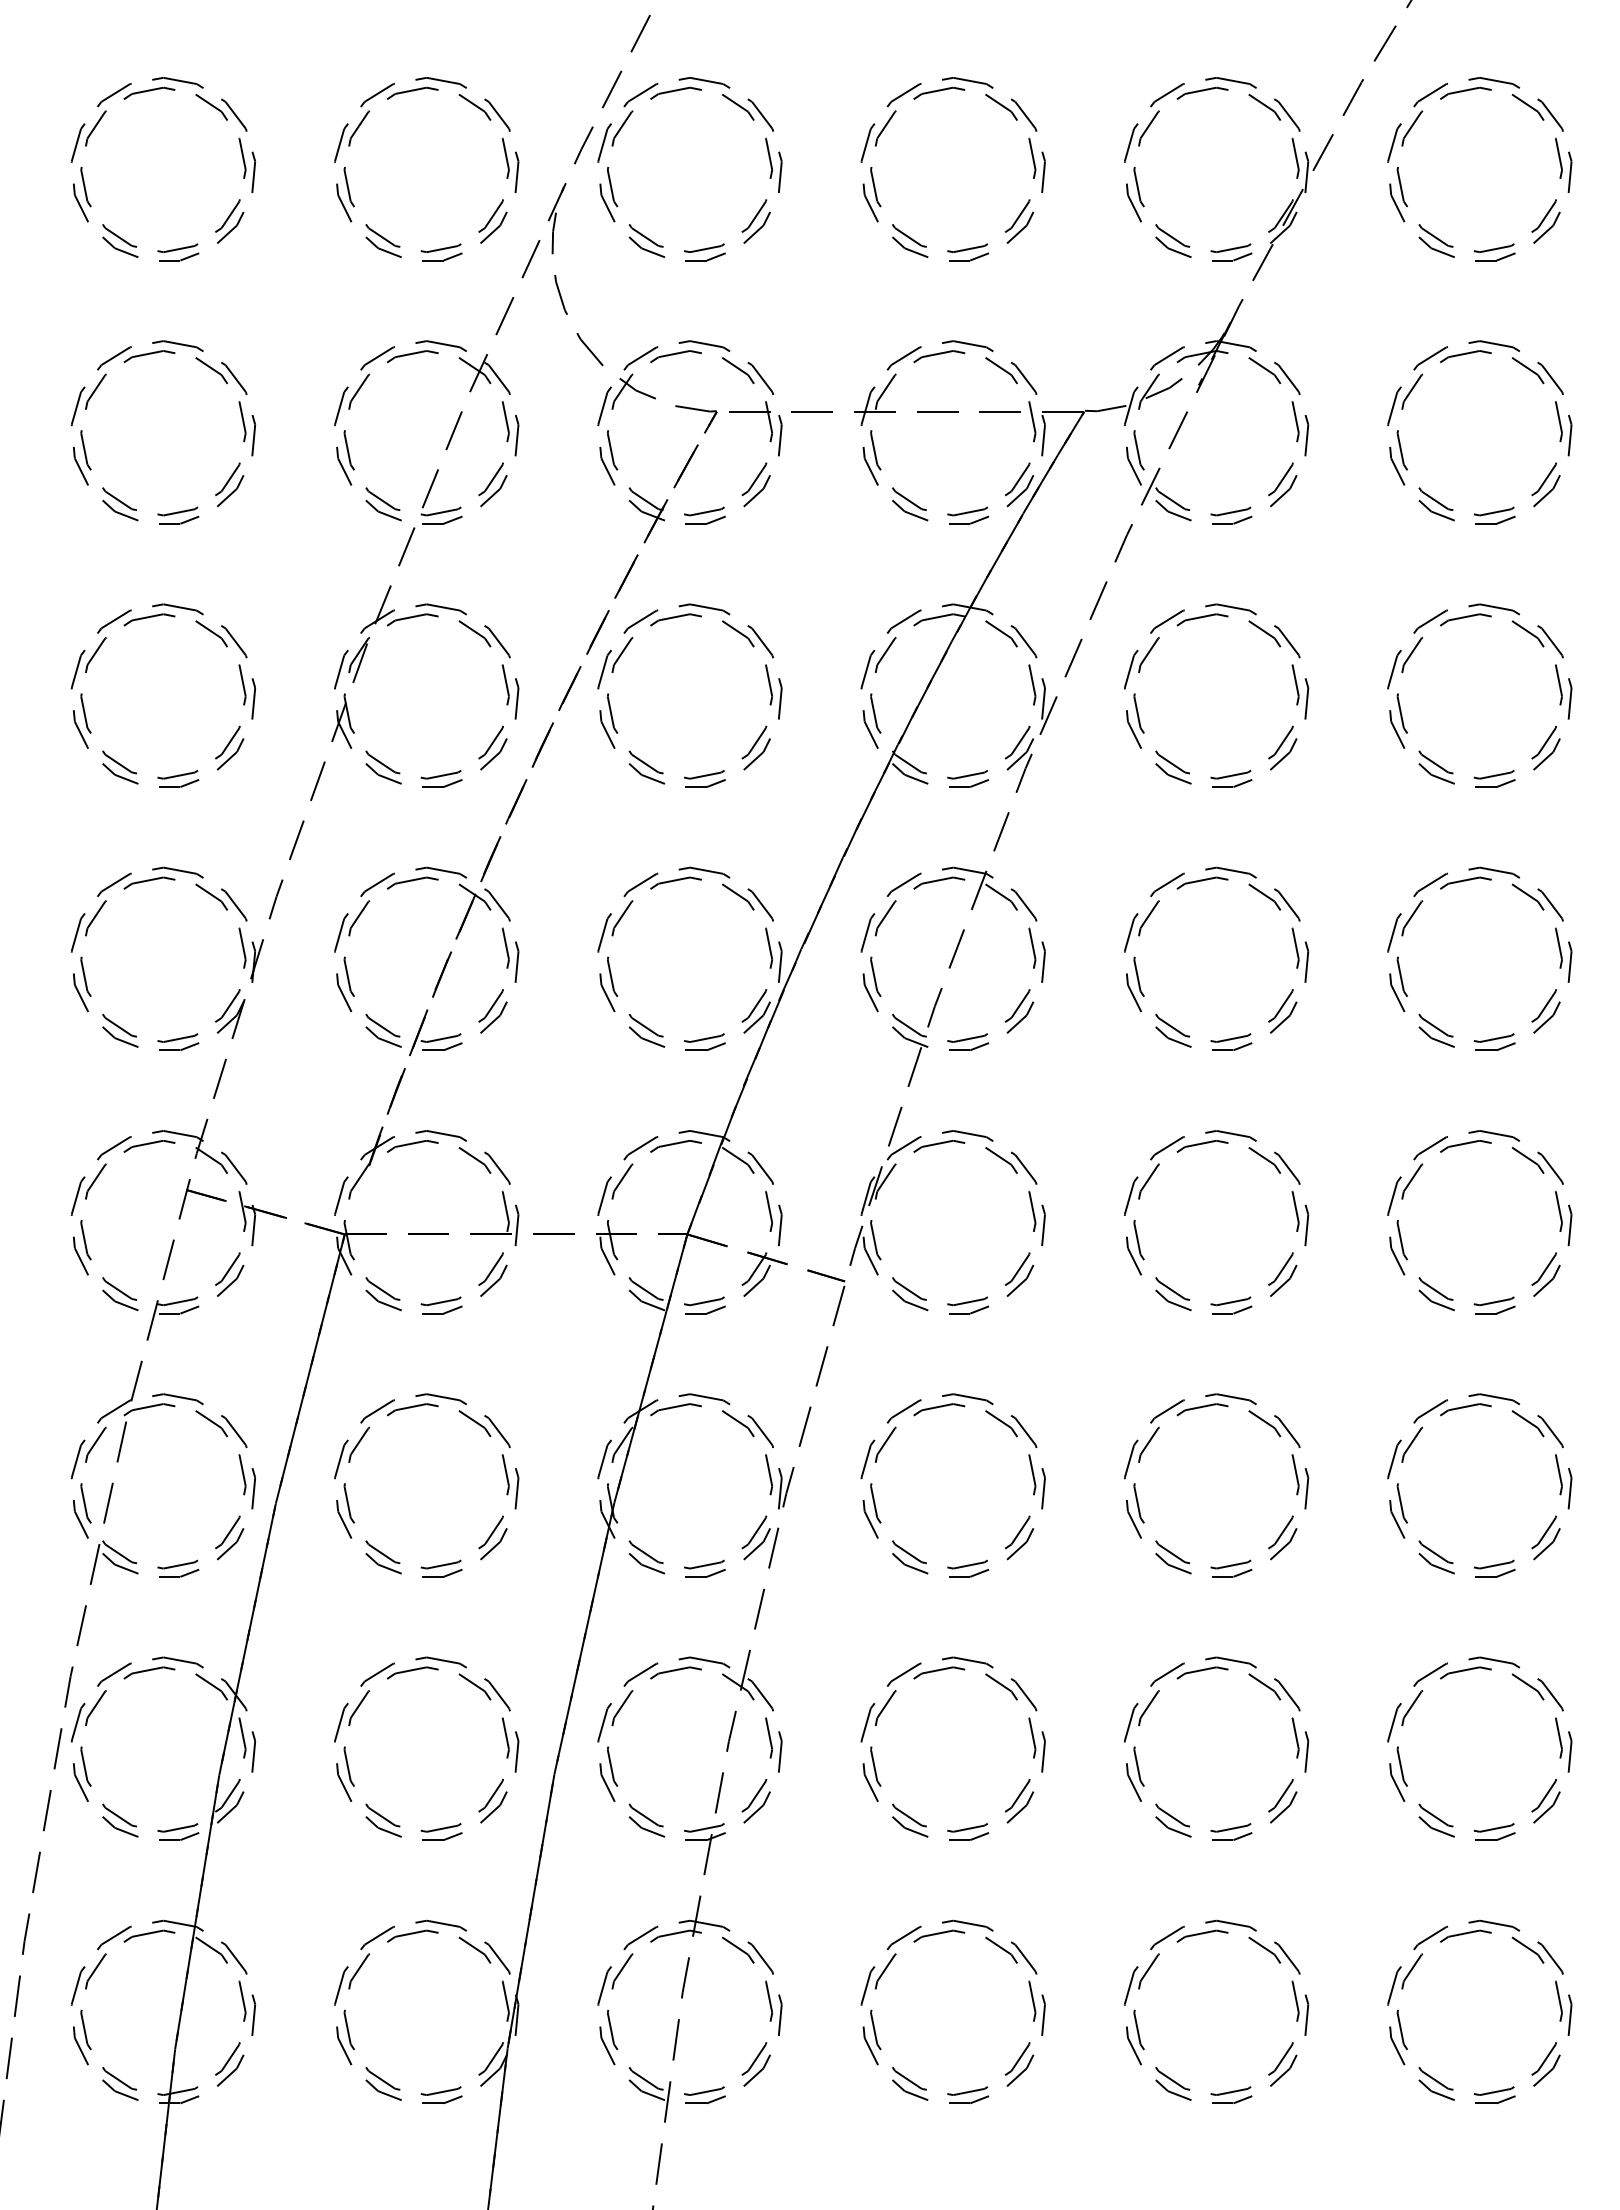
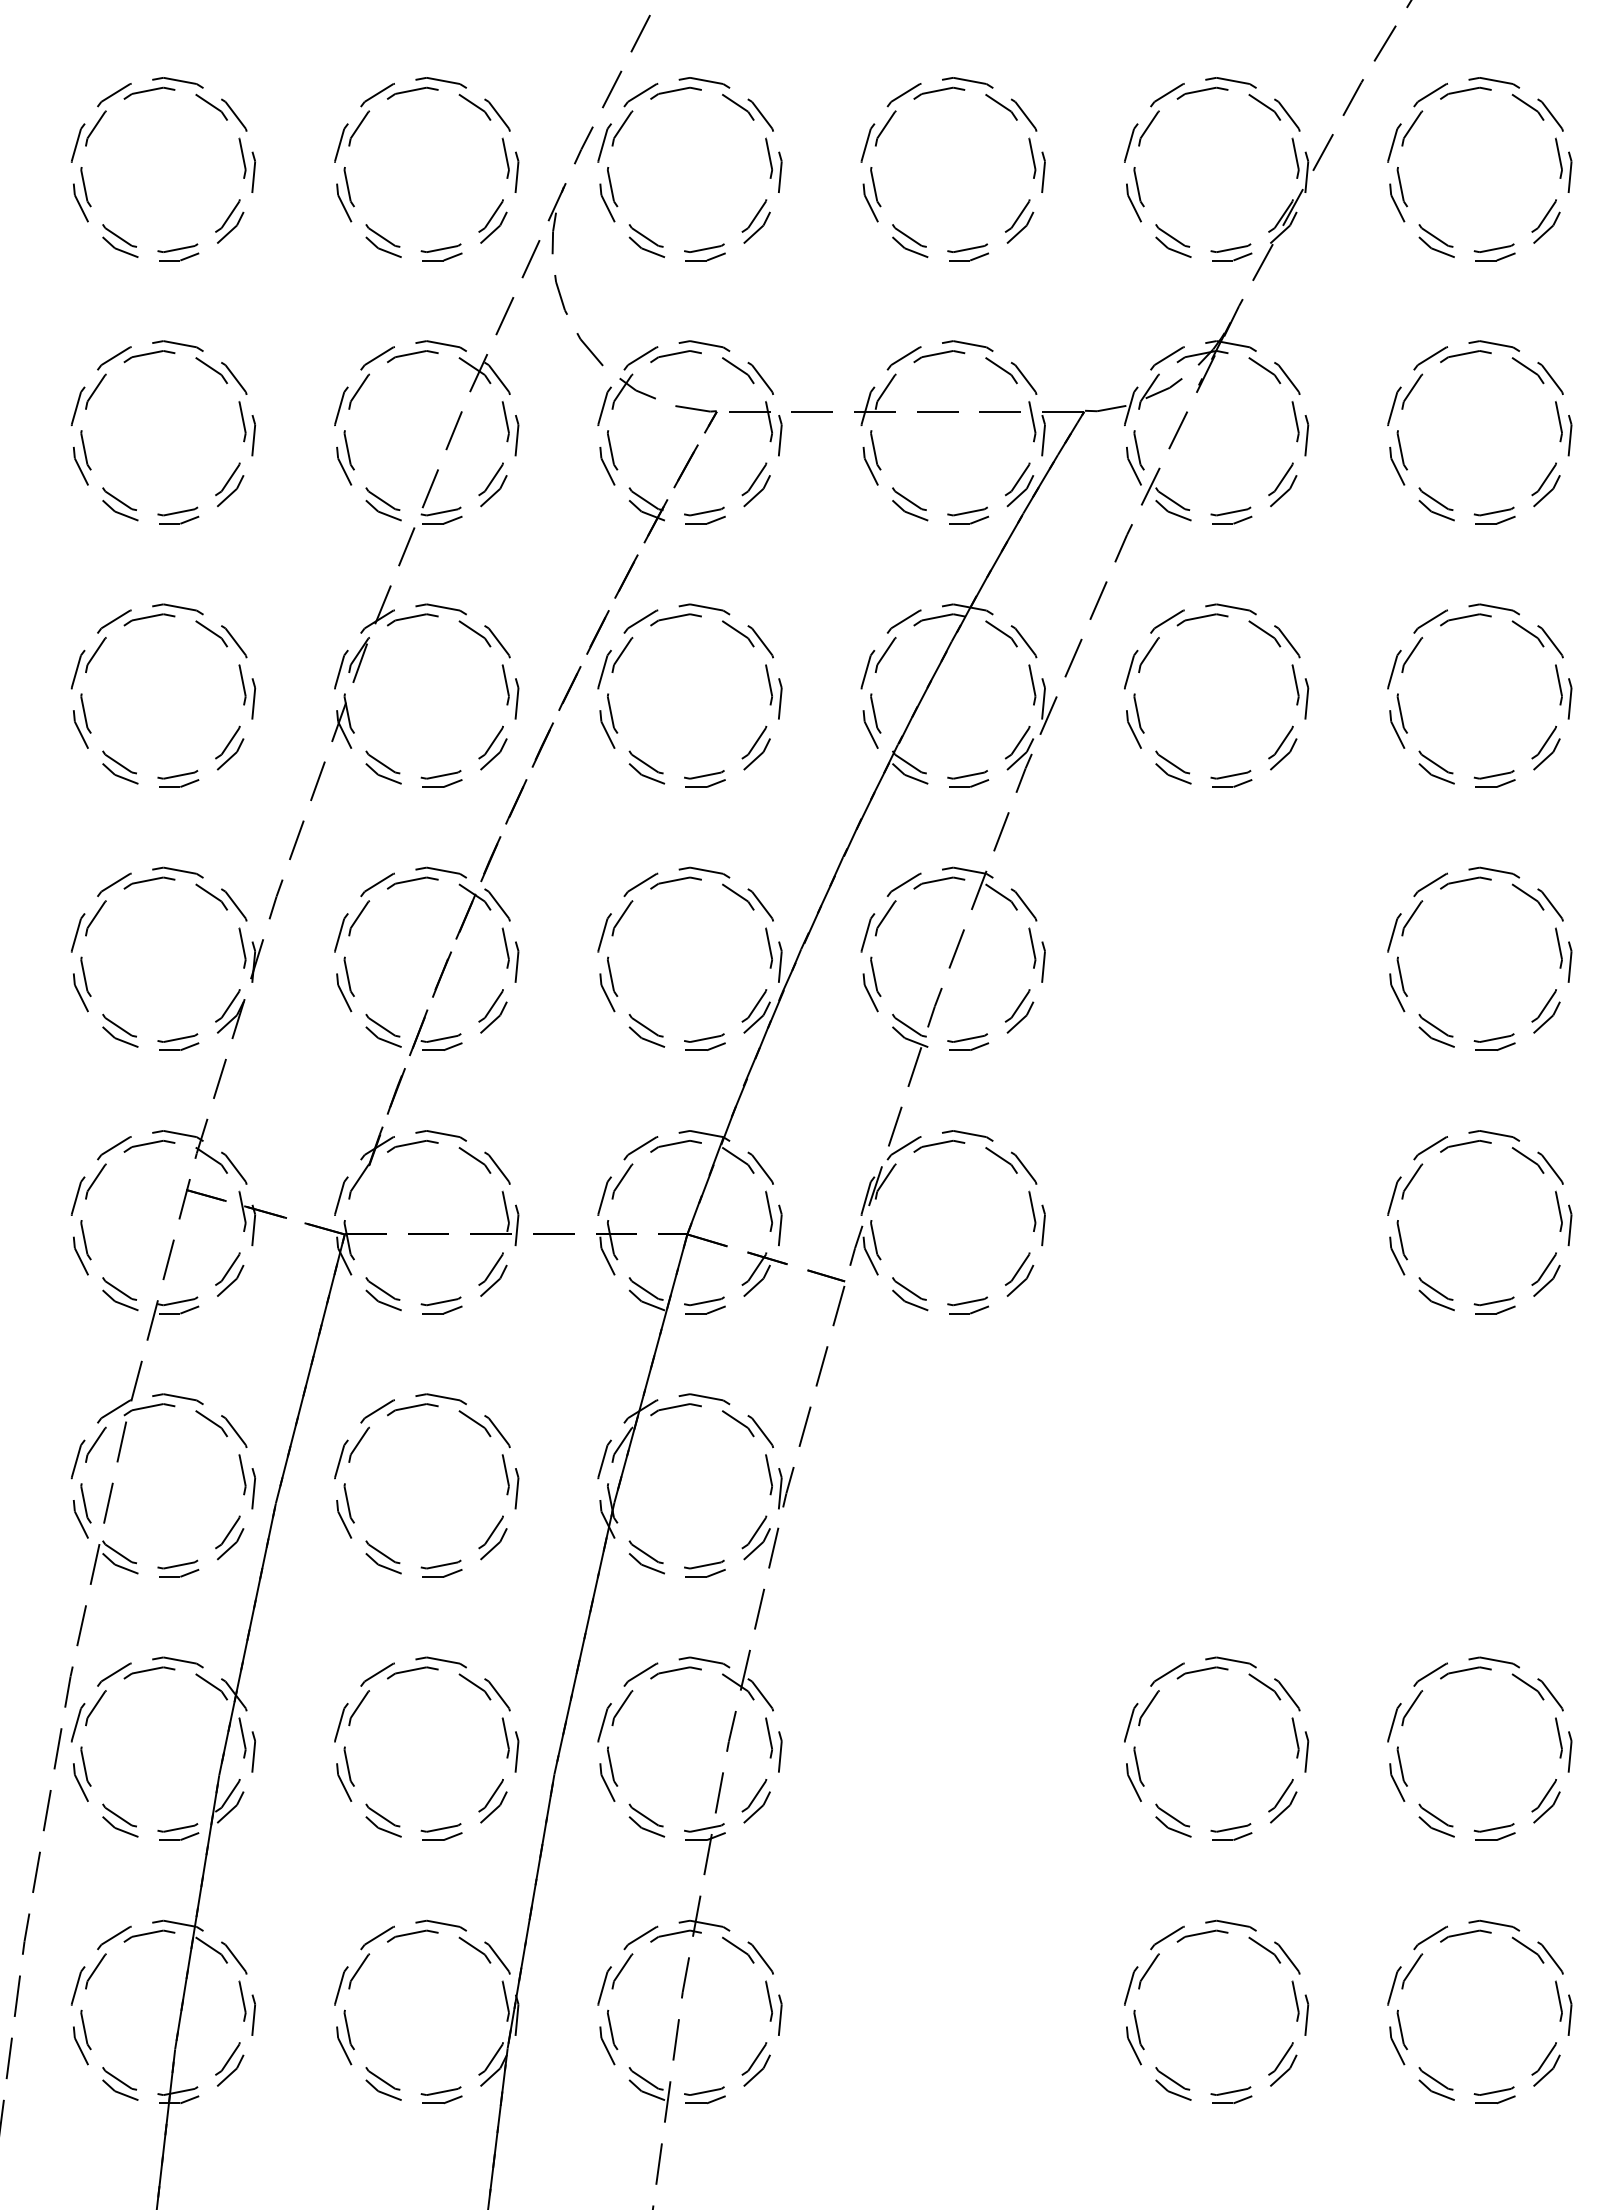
part at (1202, 881): present -> none
part at (1199, 1145): present -> none
part at (937, 1408): present -> none
part at (1200, 1408): present -> none
part at (1463, 1408): present -> none
part at (886, 1706): present -> none
part at (939, 1934): present -> none
